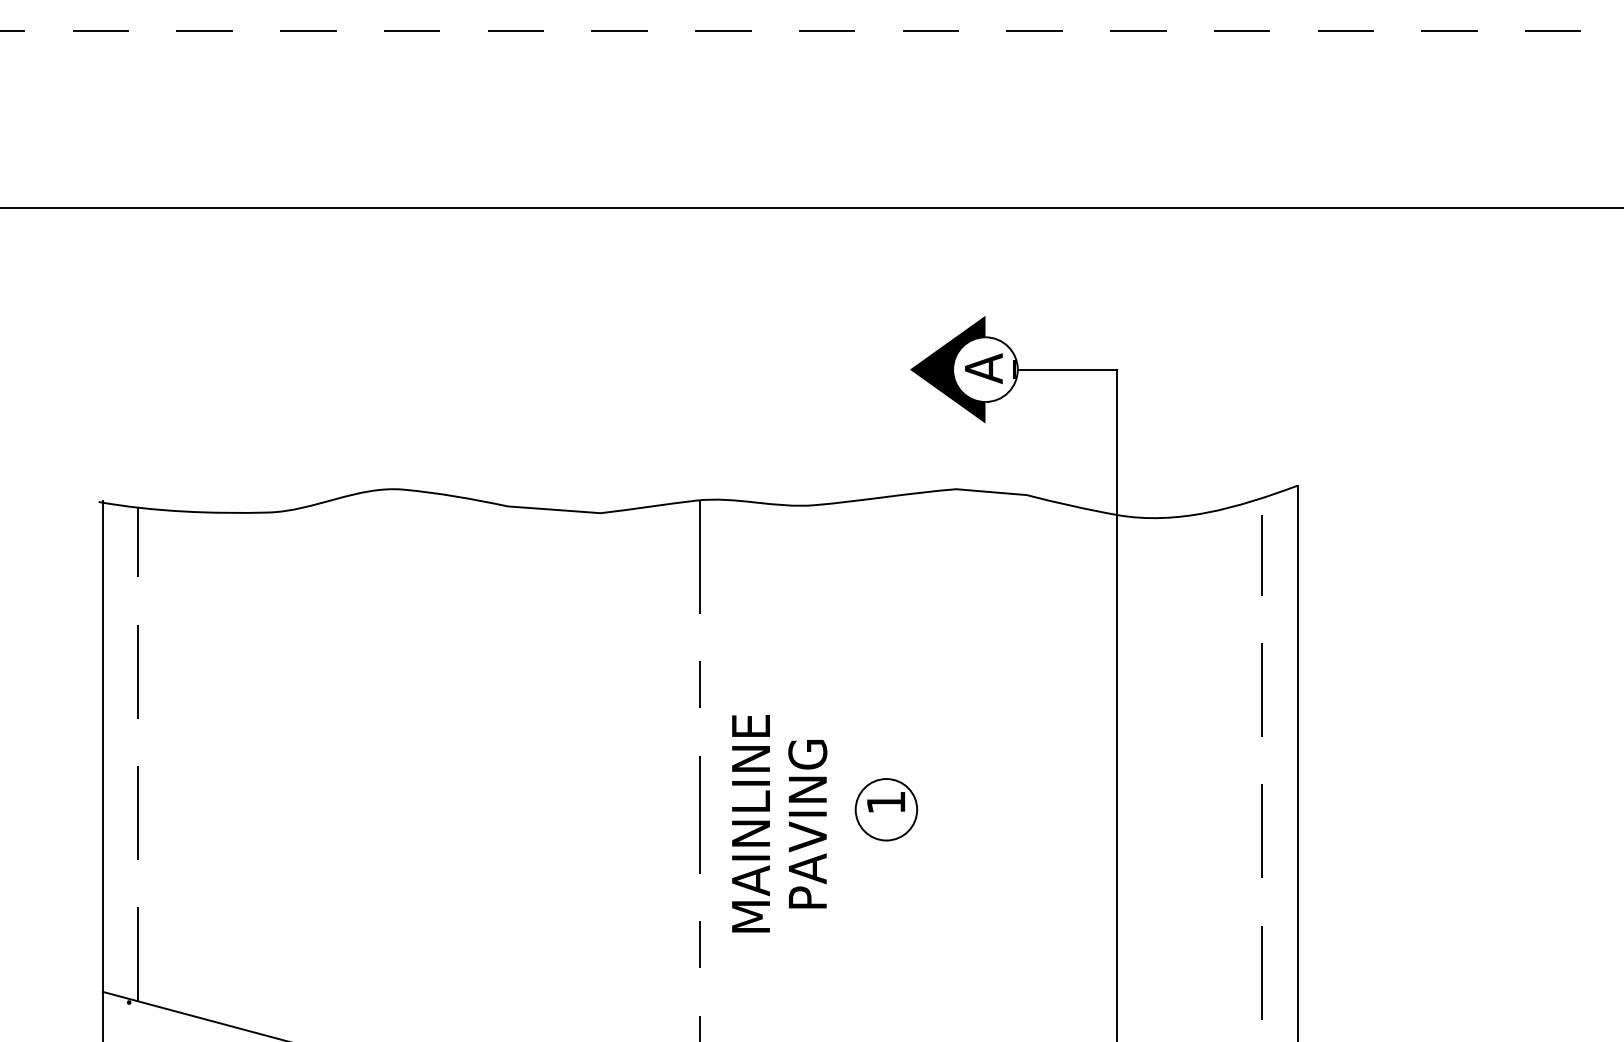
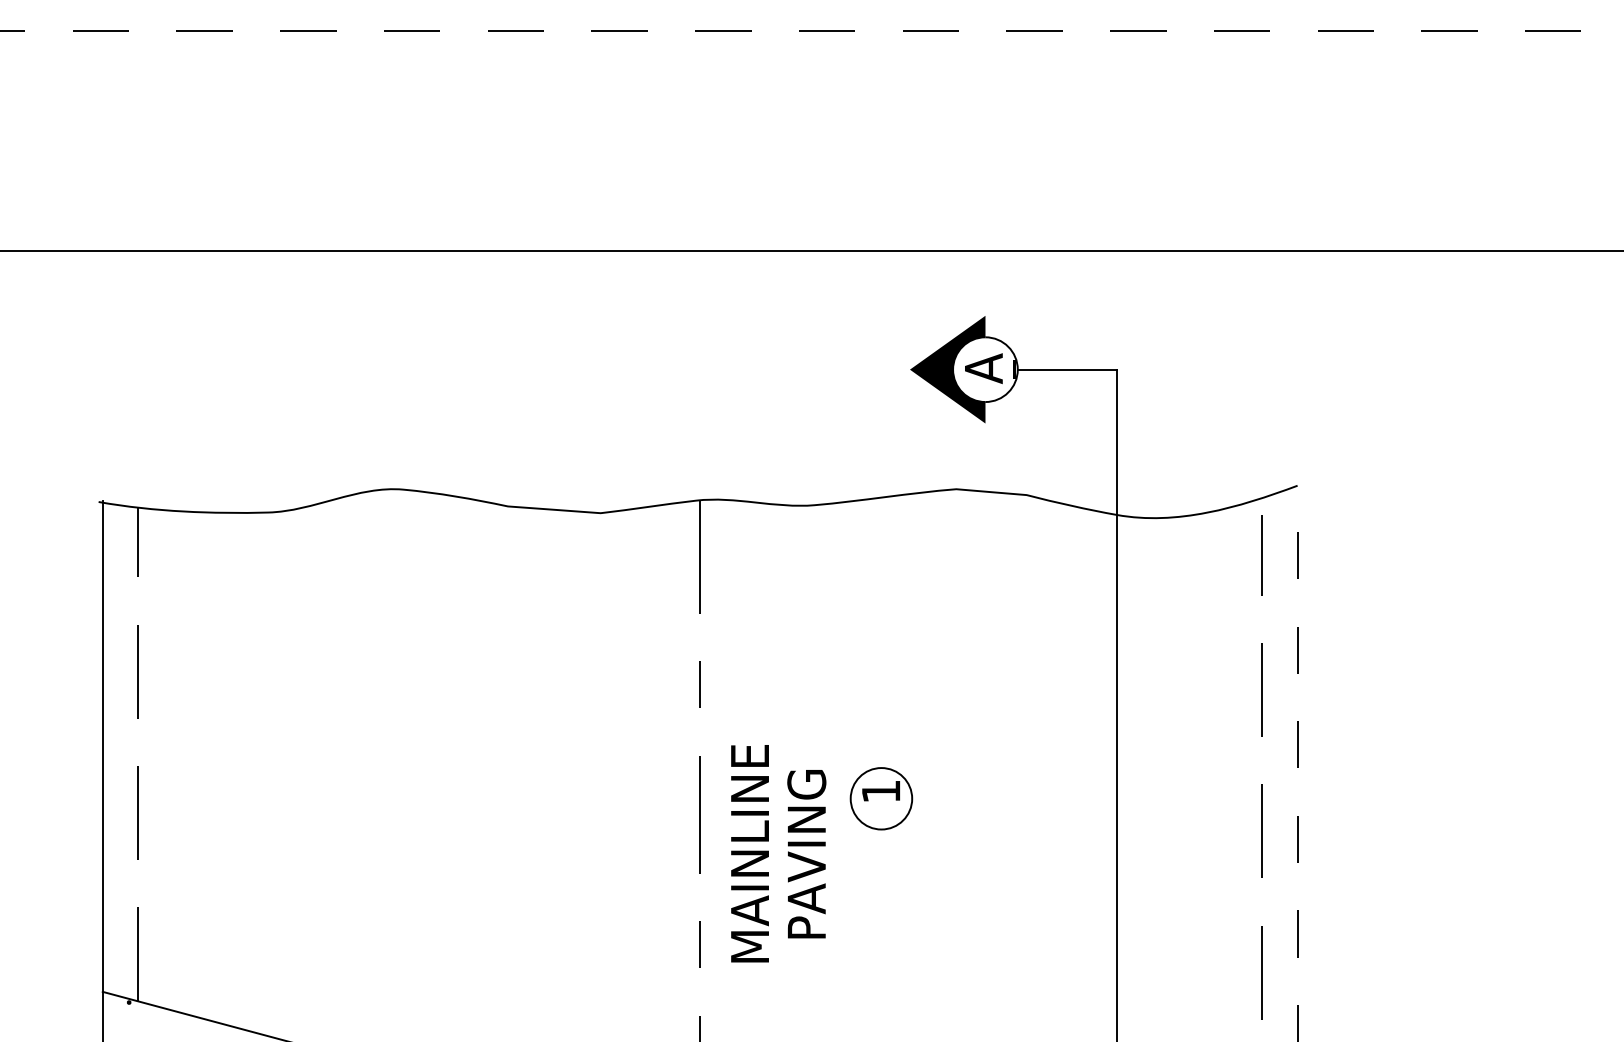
line at (811, 208) position: (811, 208) -> (811, 251)
line at (1297, 763): solid -> dashed
part at (886, 809) position: (886, 809) -> (881, 798)
text at (779, 823) position: (779, 823) -> (778, 853)
